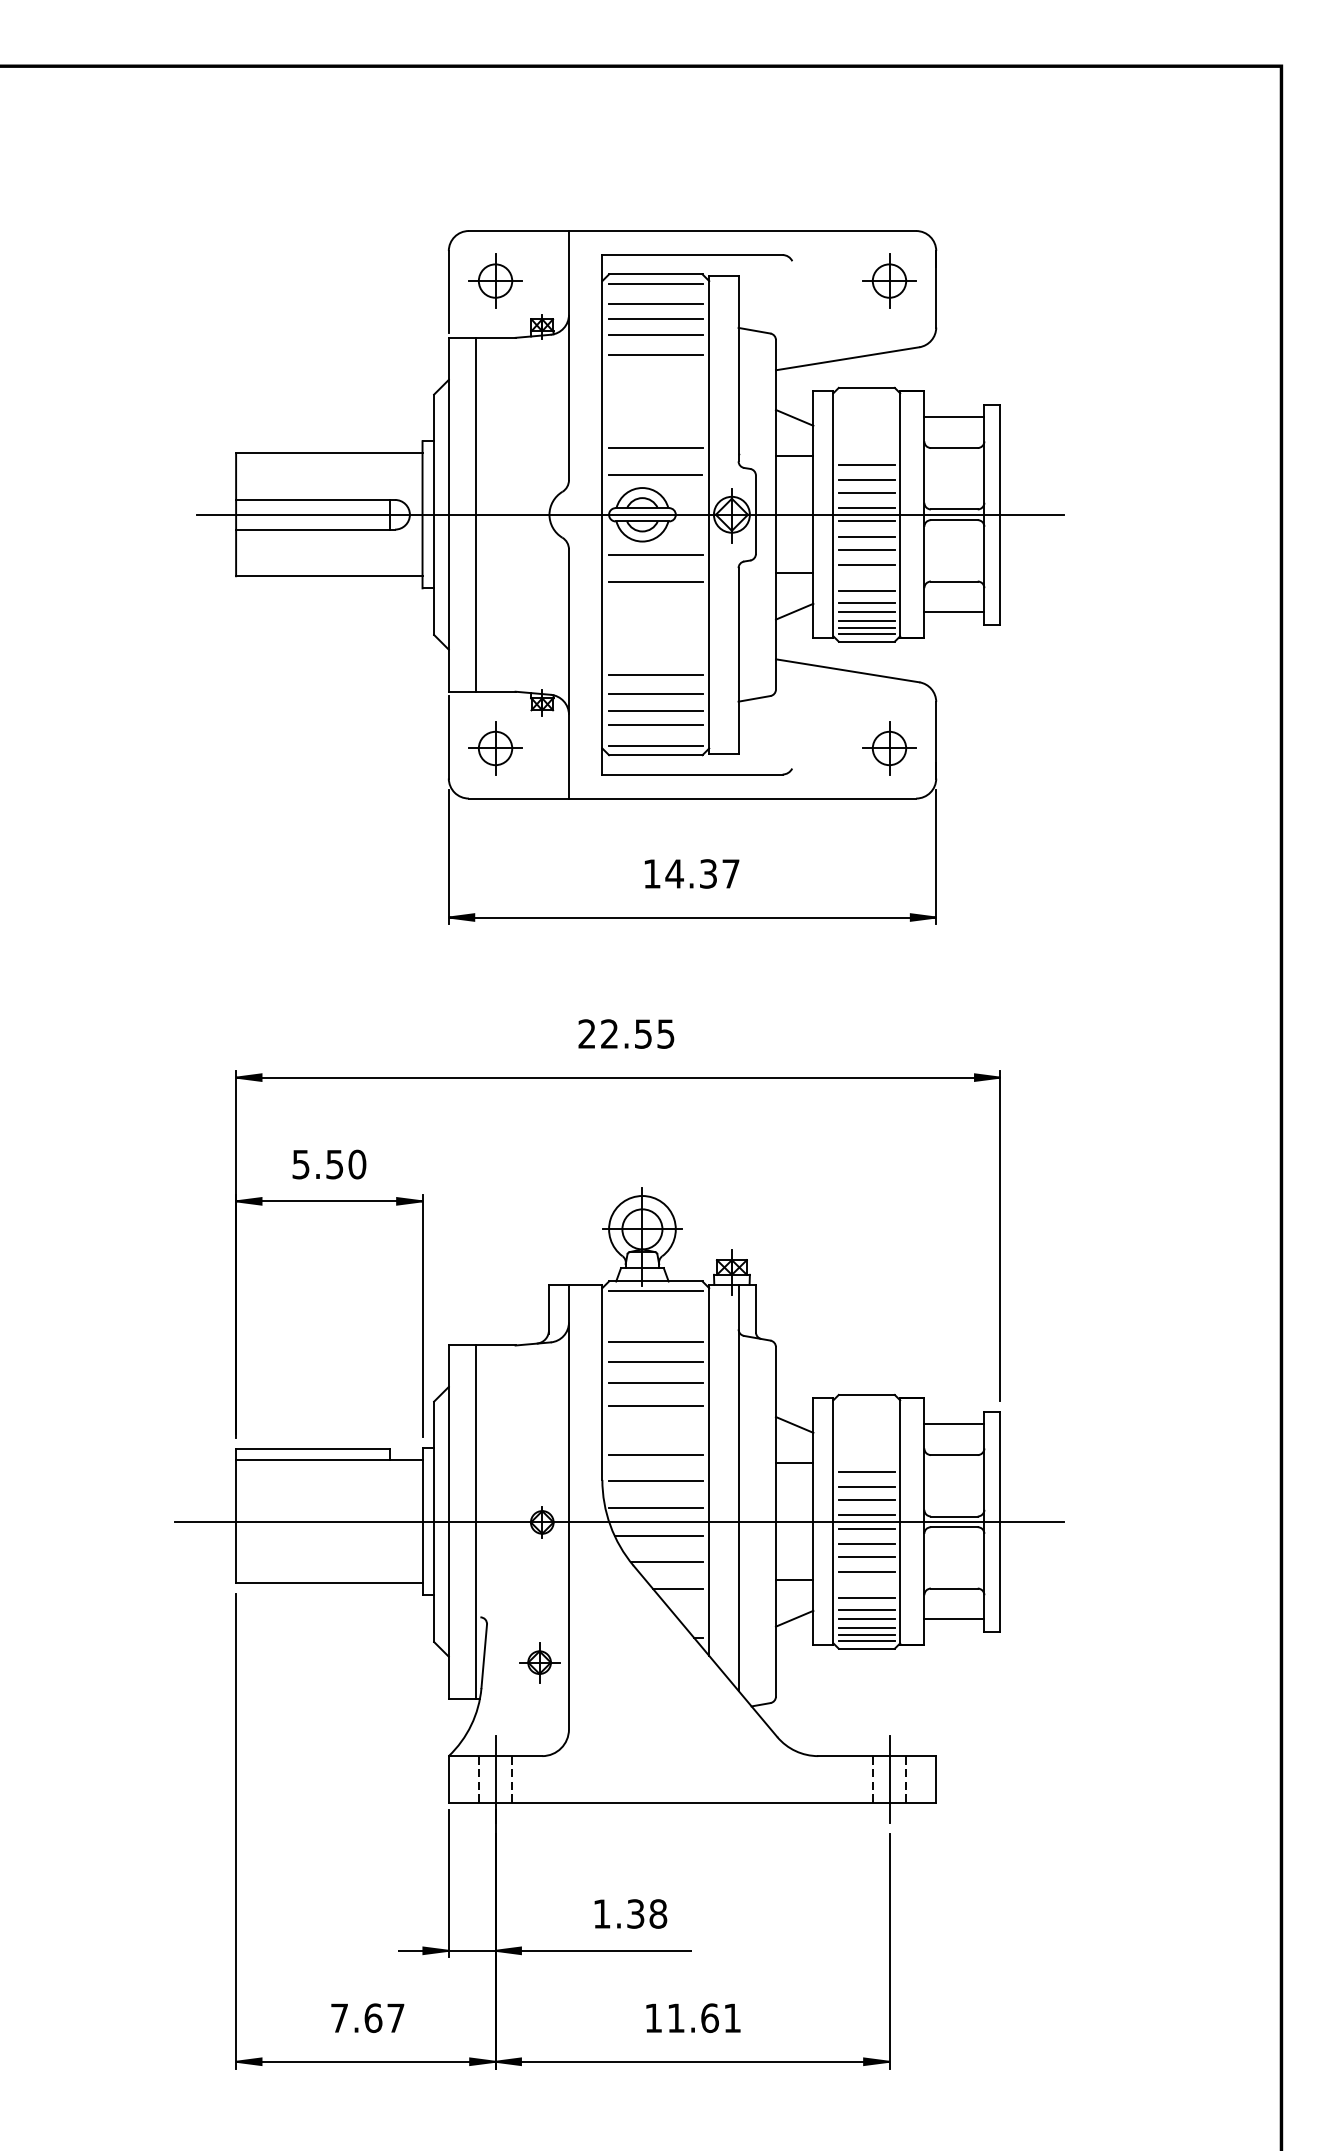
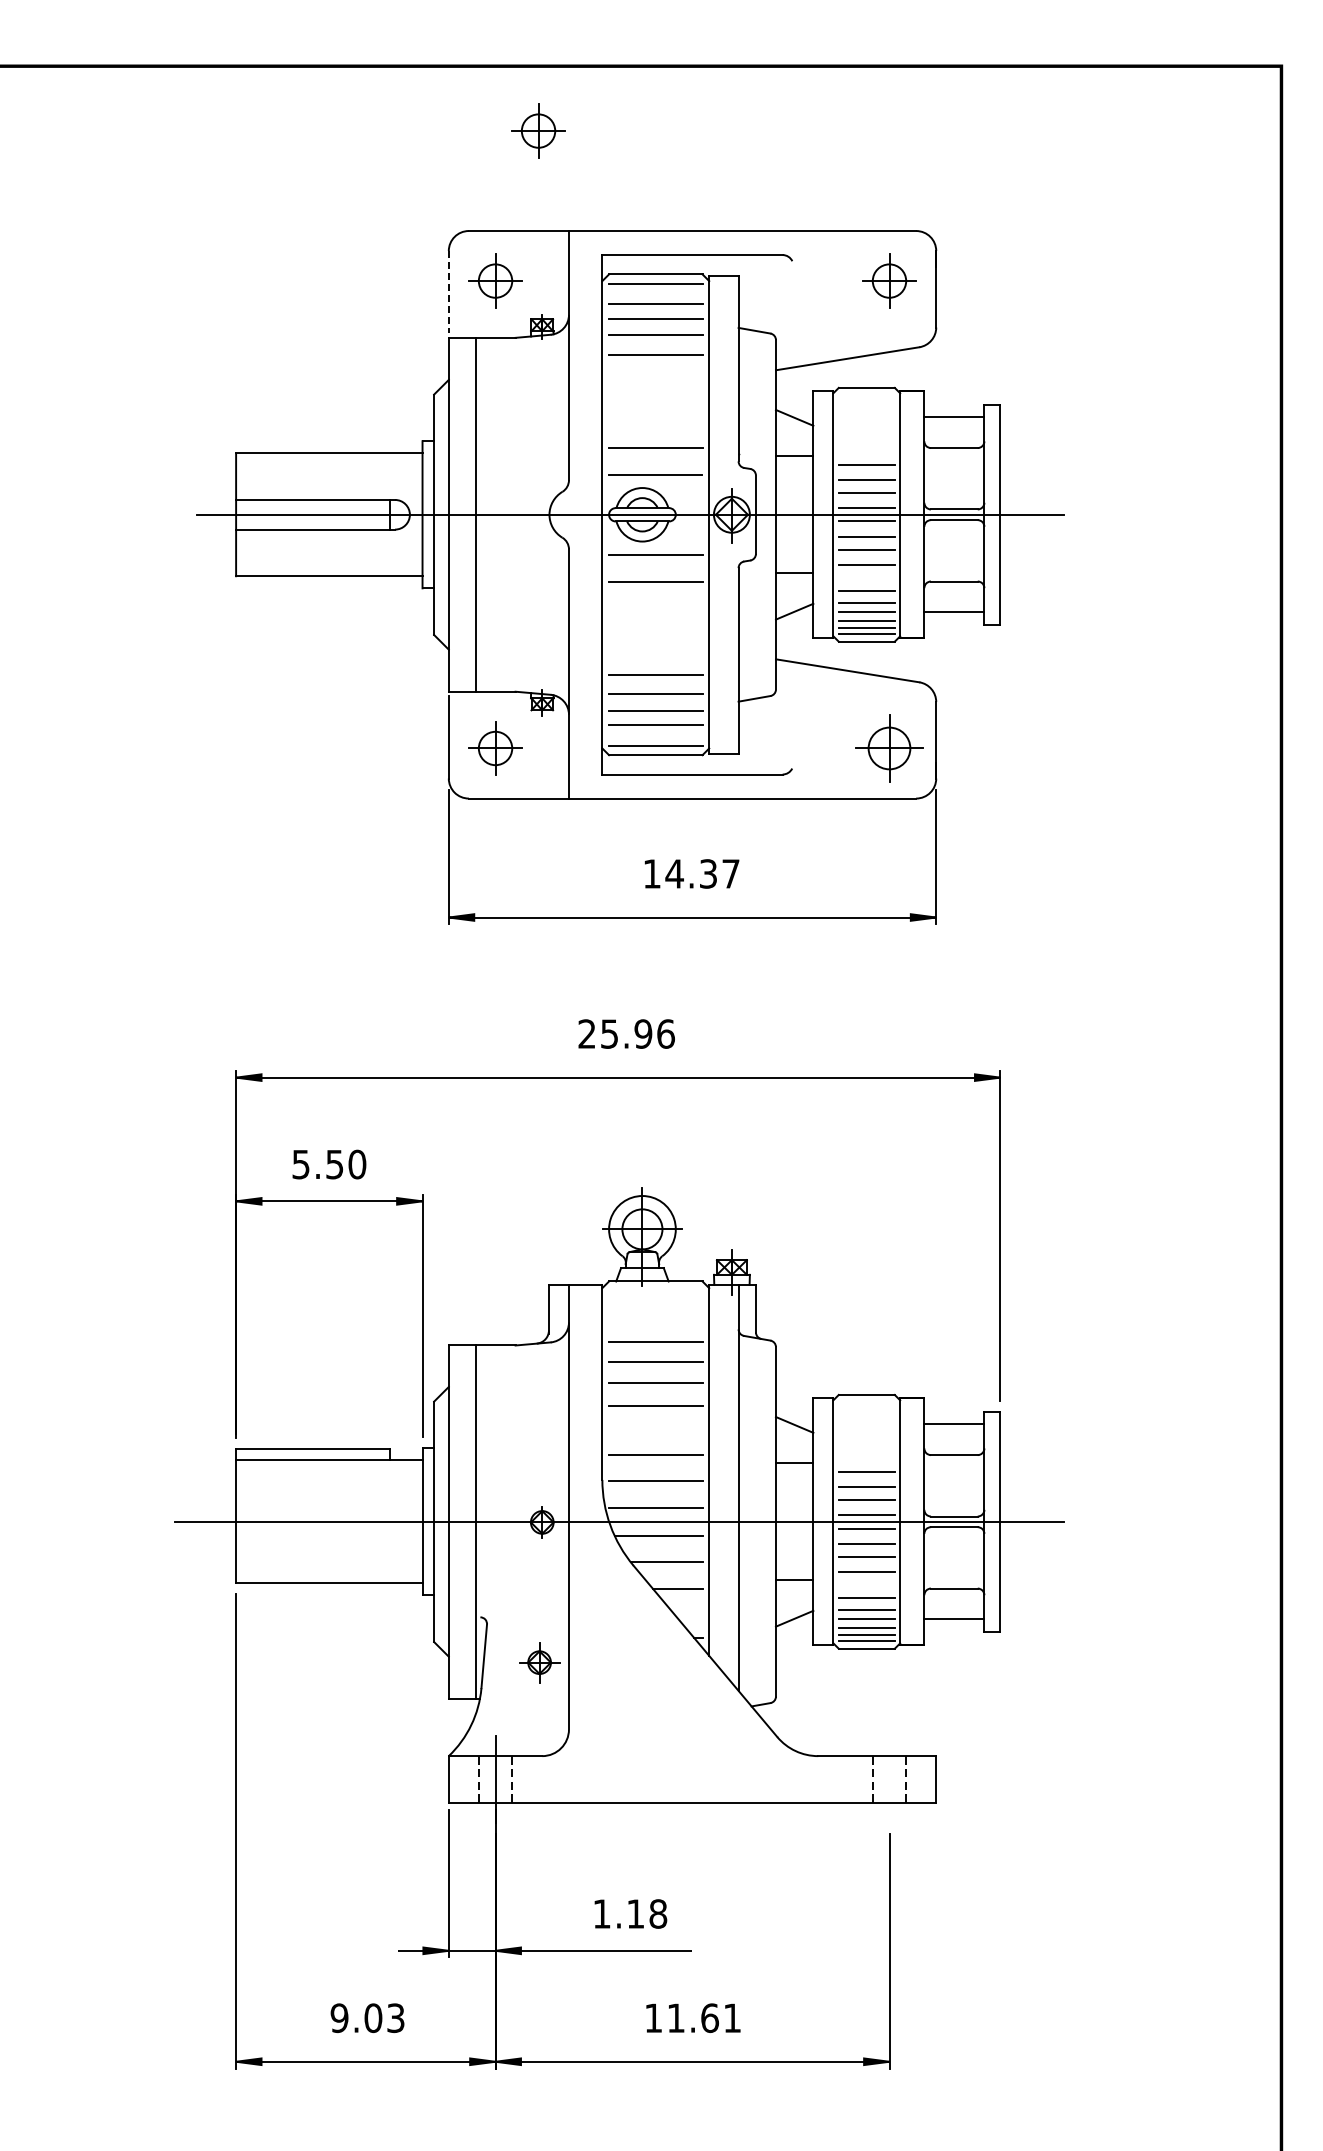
part at (538, 130): none -> present
line at (448, 292): solid -> dashed
part at (889, 748) size: 55x55 px -> 69x69 px
text at (637, 1033): 22.55 -> 25.96
line at (655, 1290): present -> none
line at (889, 1779): present -> none
text at (635, 1913): 1.38 -> 1.18
text at (367, 2018): 7.67 -> 9.03
